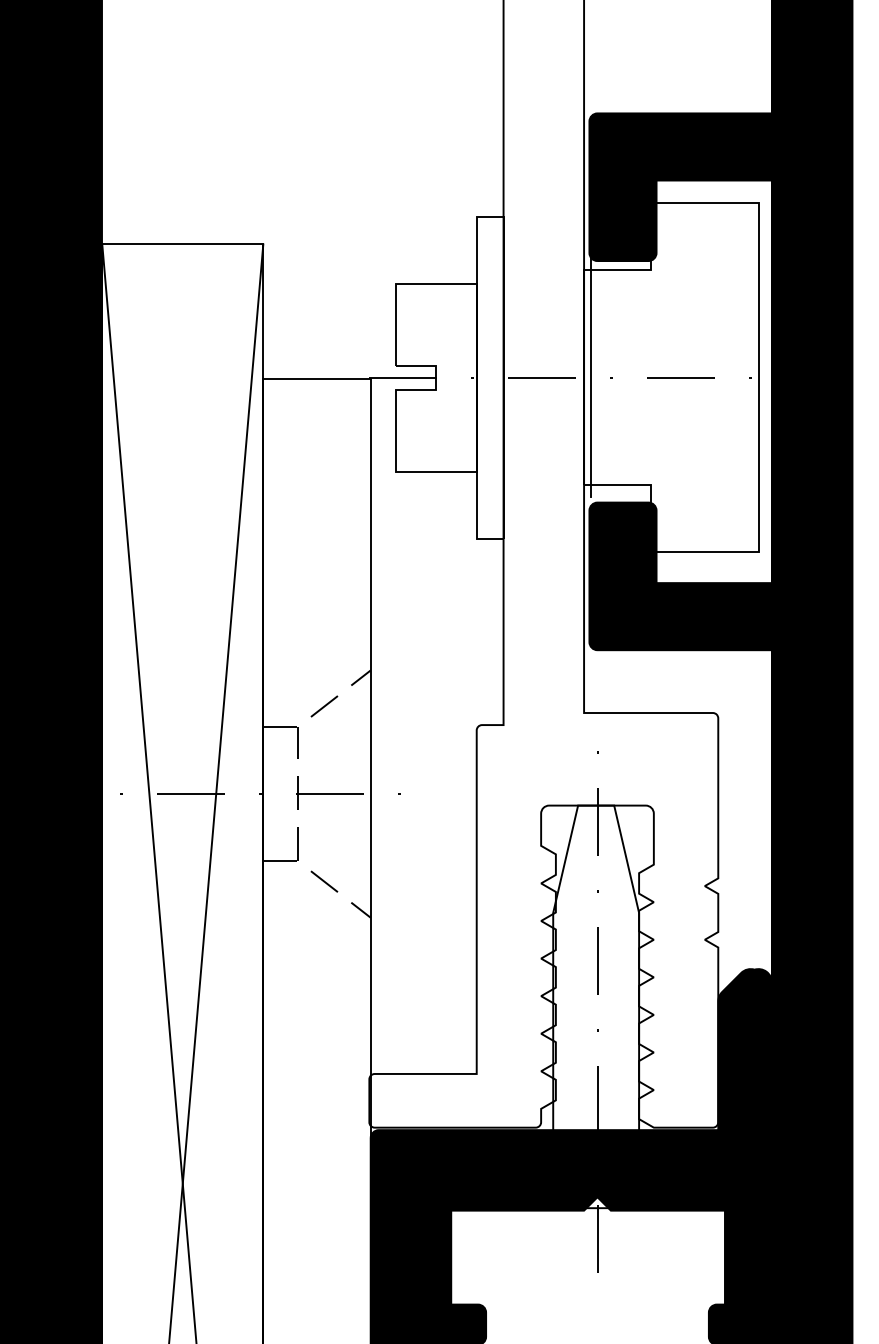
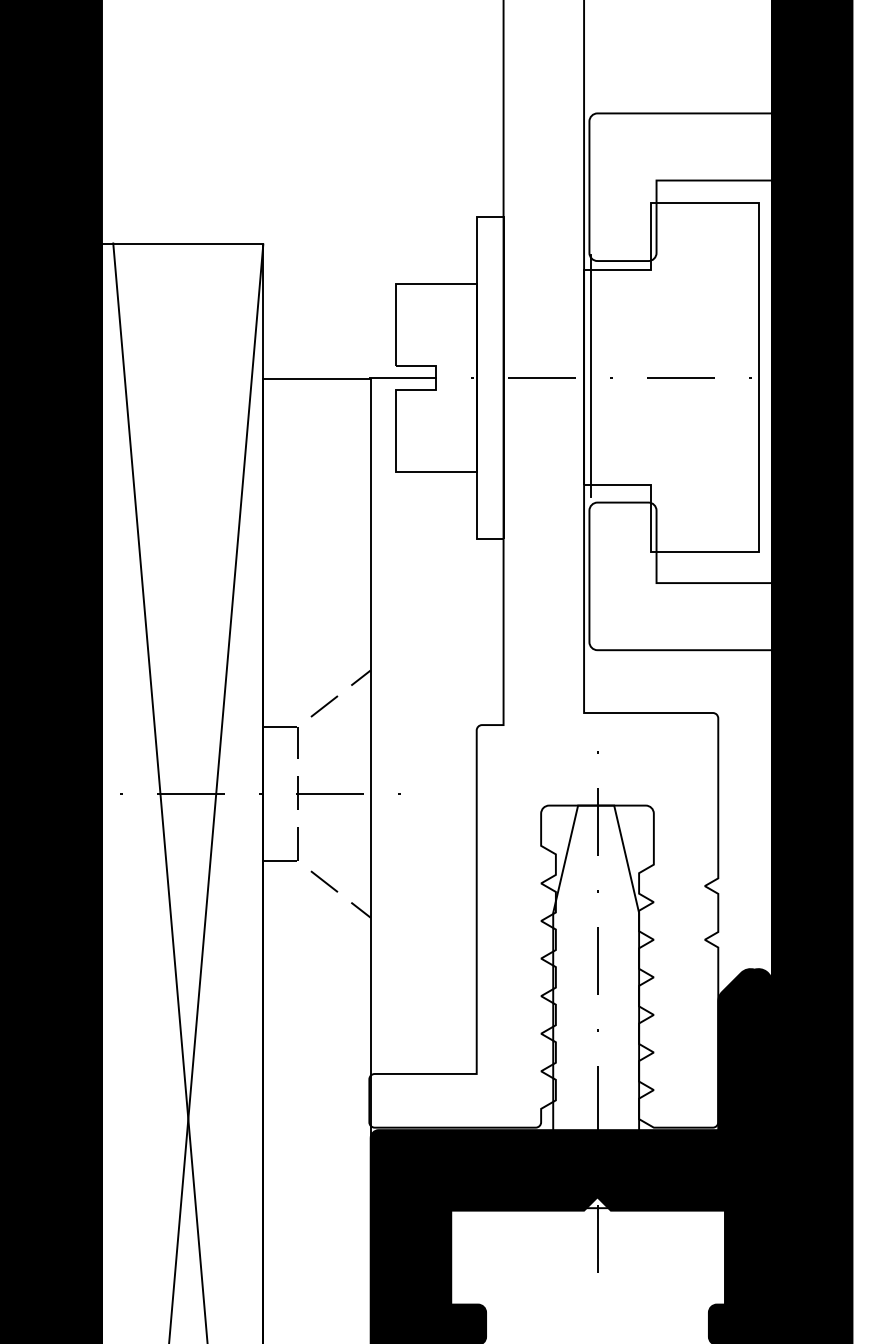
fill at (680, 187): present -> none
fill at (680, 576): present -> none
line at (149, 792) position: (149, 792) -> (160, 791)
